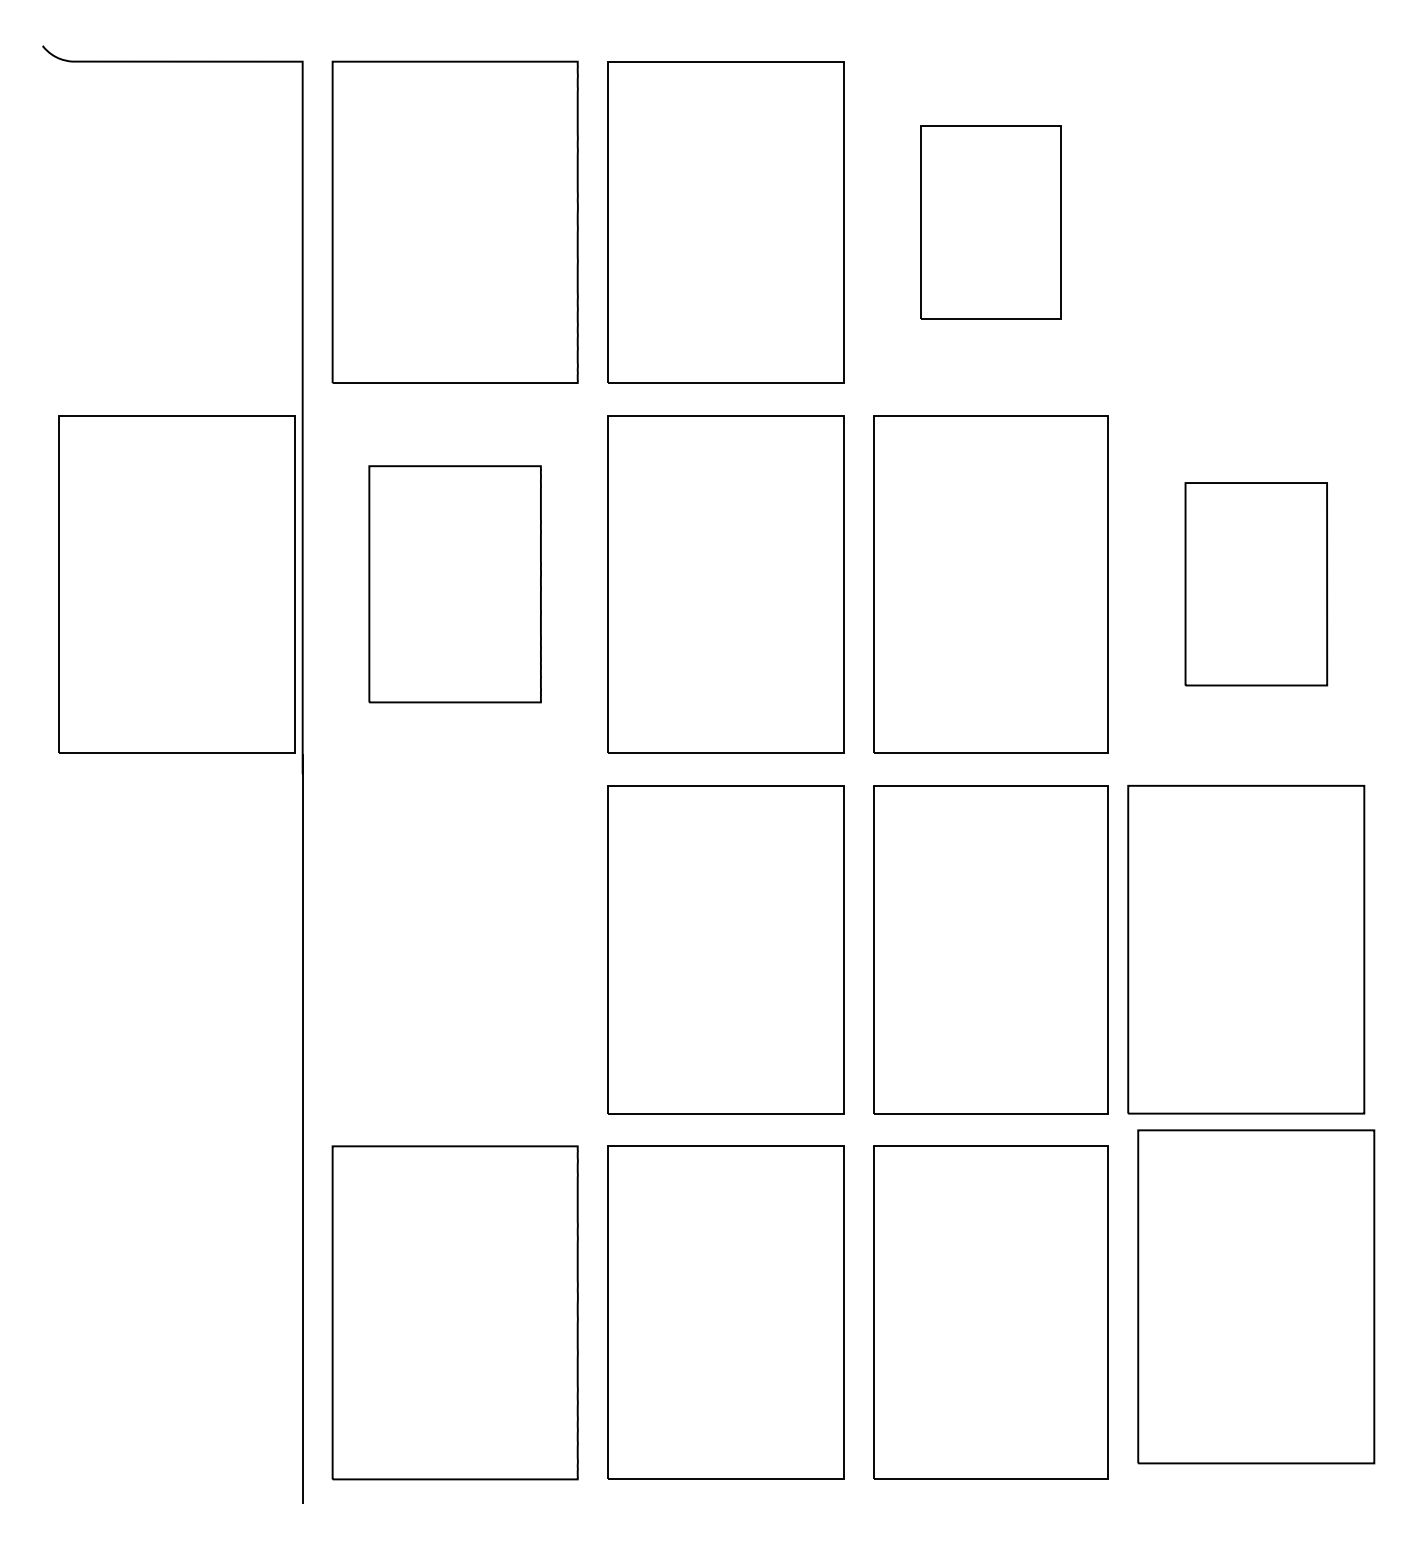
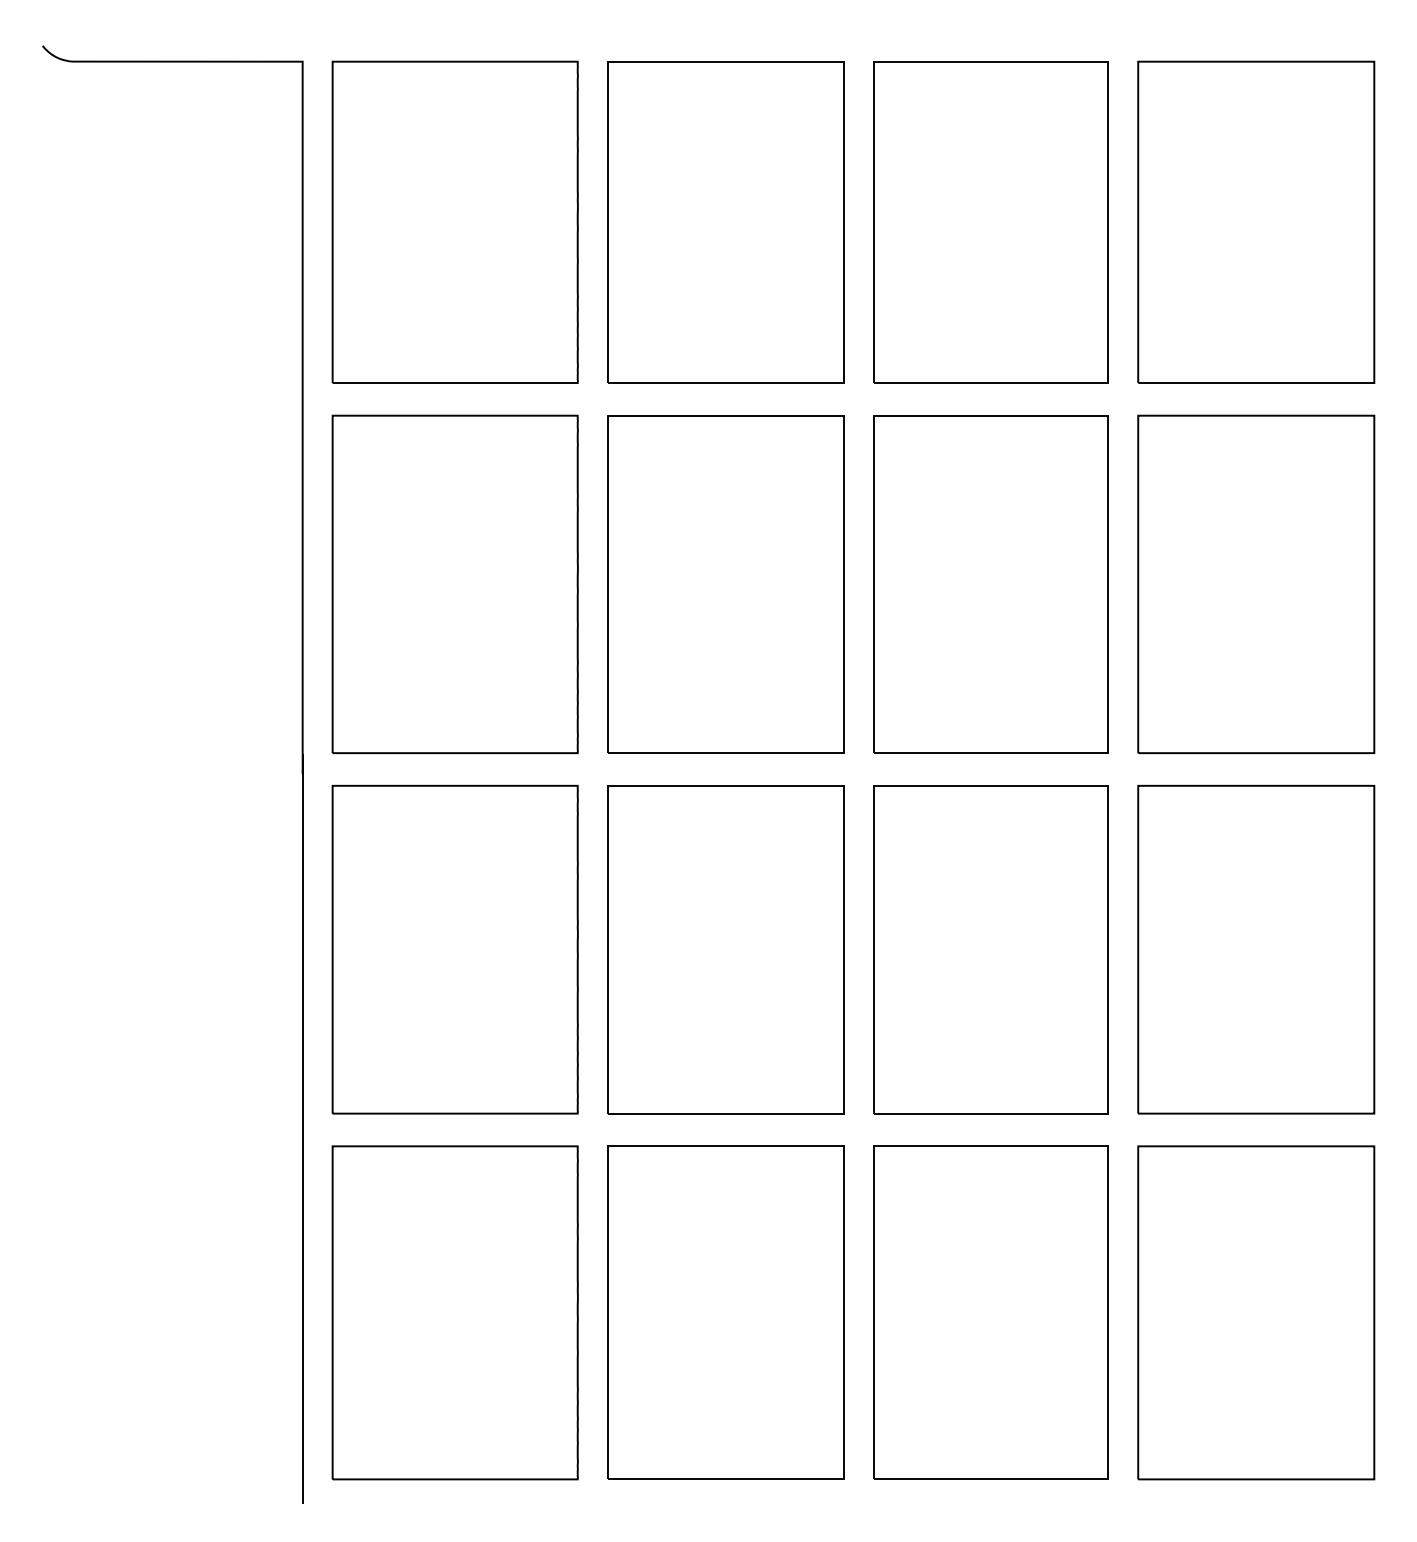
part at (1256, 221): none -> present
part at (990, 222) size: 142x195 px -> 236x323 px
part at (176, 584): present -> none
part at (454, 584) size: 174x239 px -> 248x340 px
part at (1256, 584) size: 145x205 px -> 239x340 px
part at (454, 949): none -> present
part at (1246, 949) position: (1246, 949) -> (1256, 949)
part at (1256, 1296) position: (1256, 1296) -> (1256, 1312)
